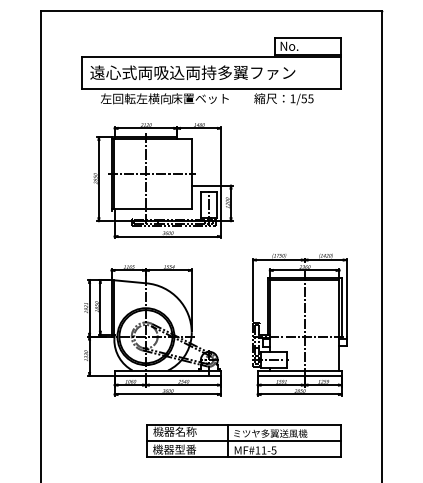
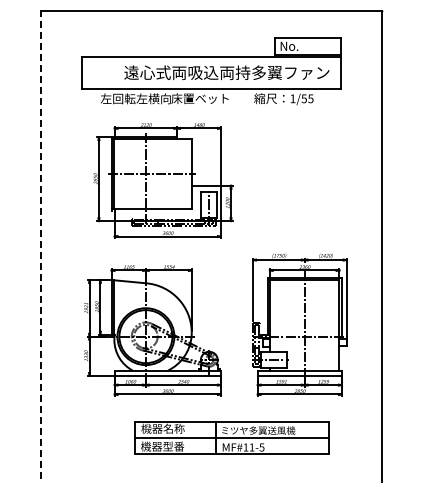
text at (192, 72) position: (192, 72) -> (226, 72)
line at (41, 247): solid -> dashed
part at (243, 440) position: (243, 440) -> (231, 437)
